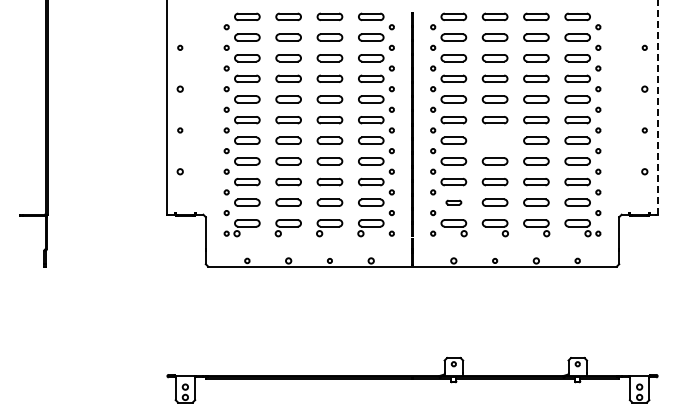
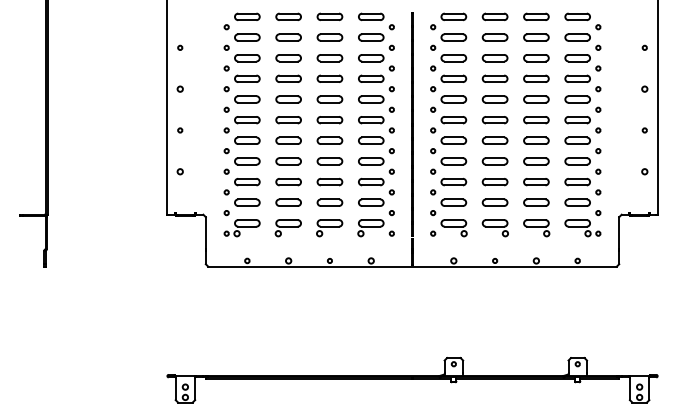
line at (657, 106): dashed -> solid
part at (494, 140): none -> present
part at (453, 202) size: 18x7 px -> 28x9 px
